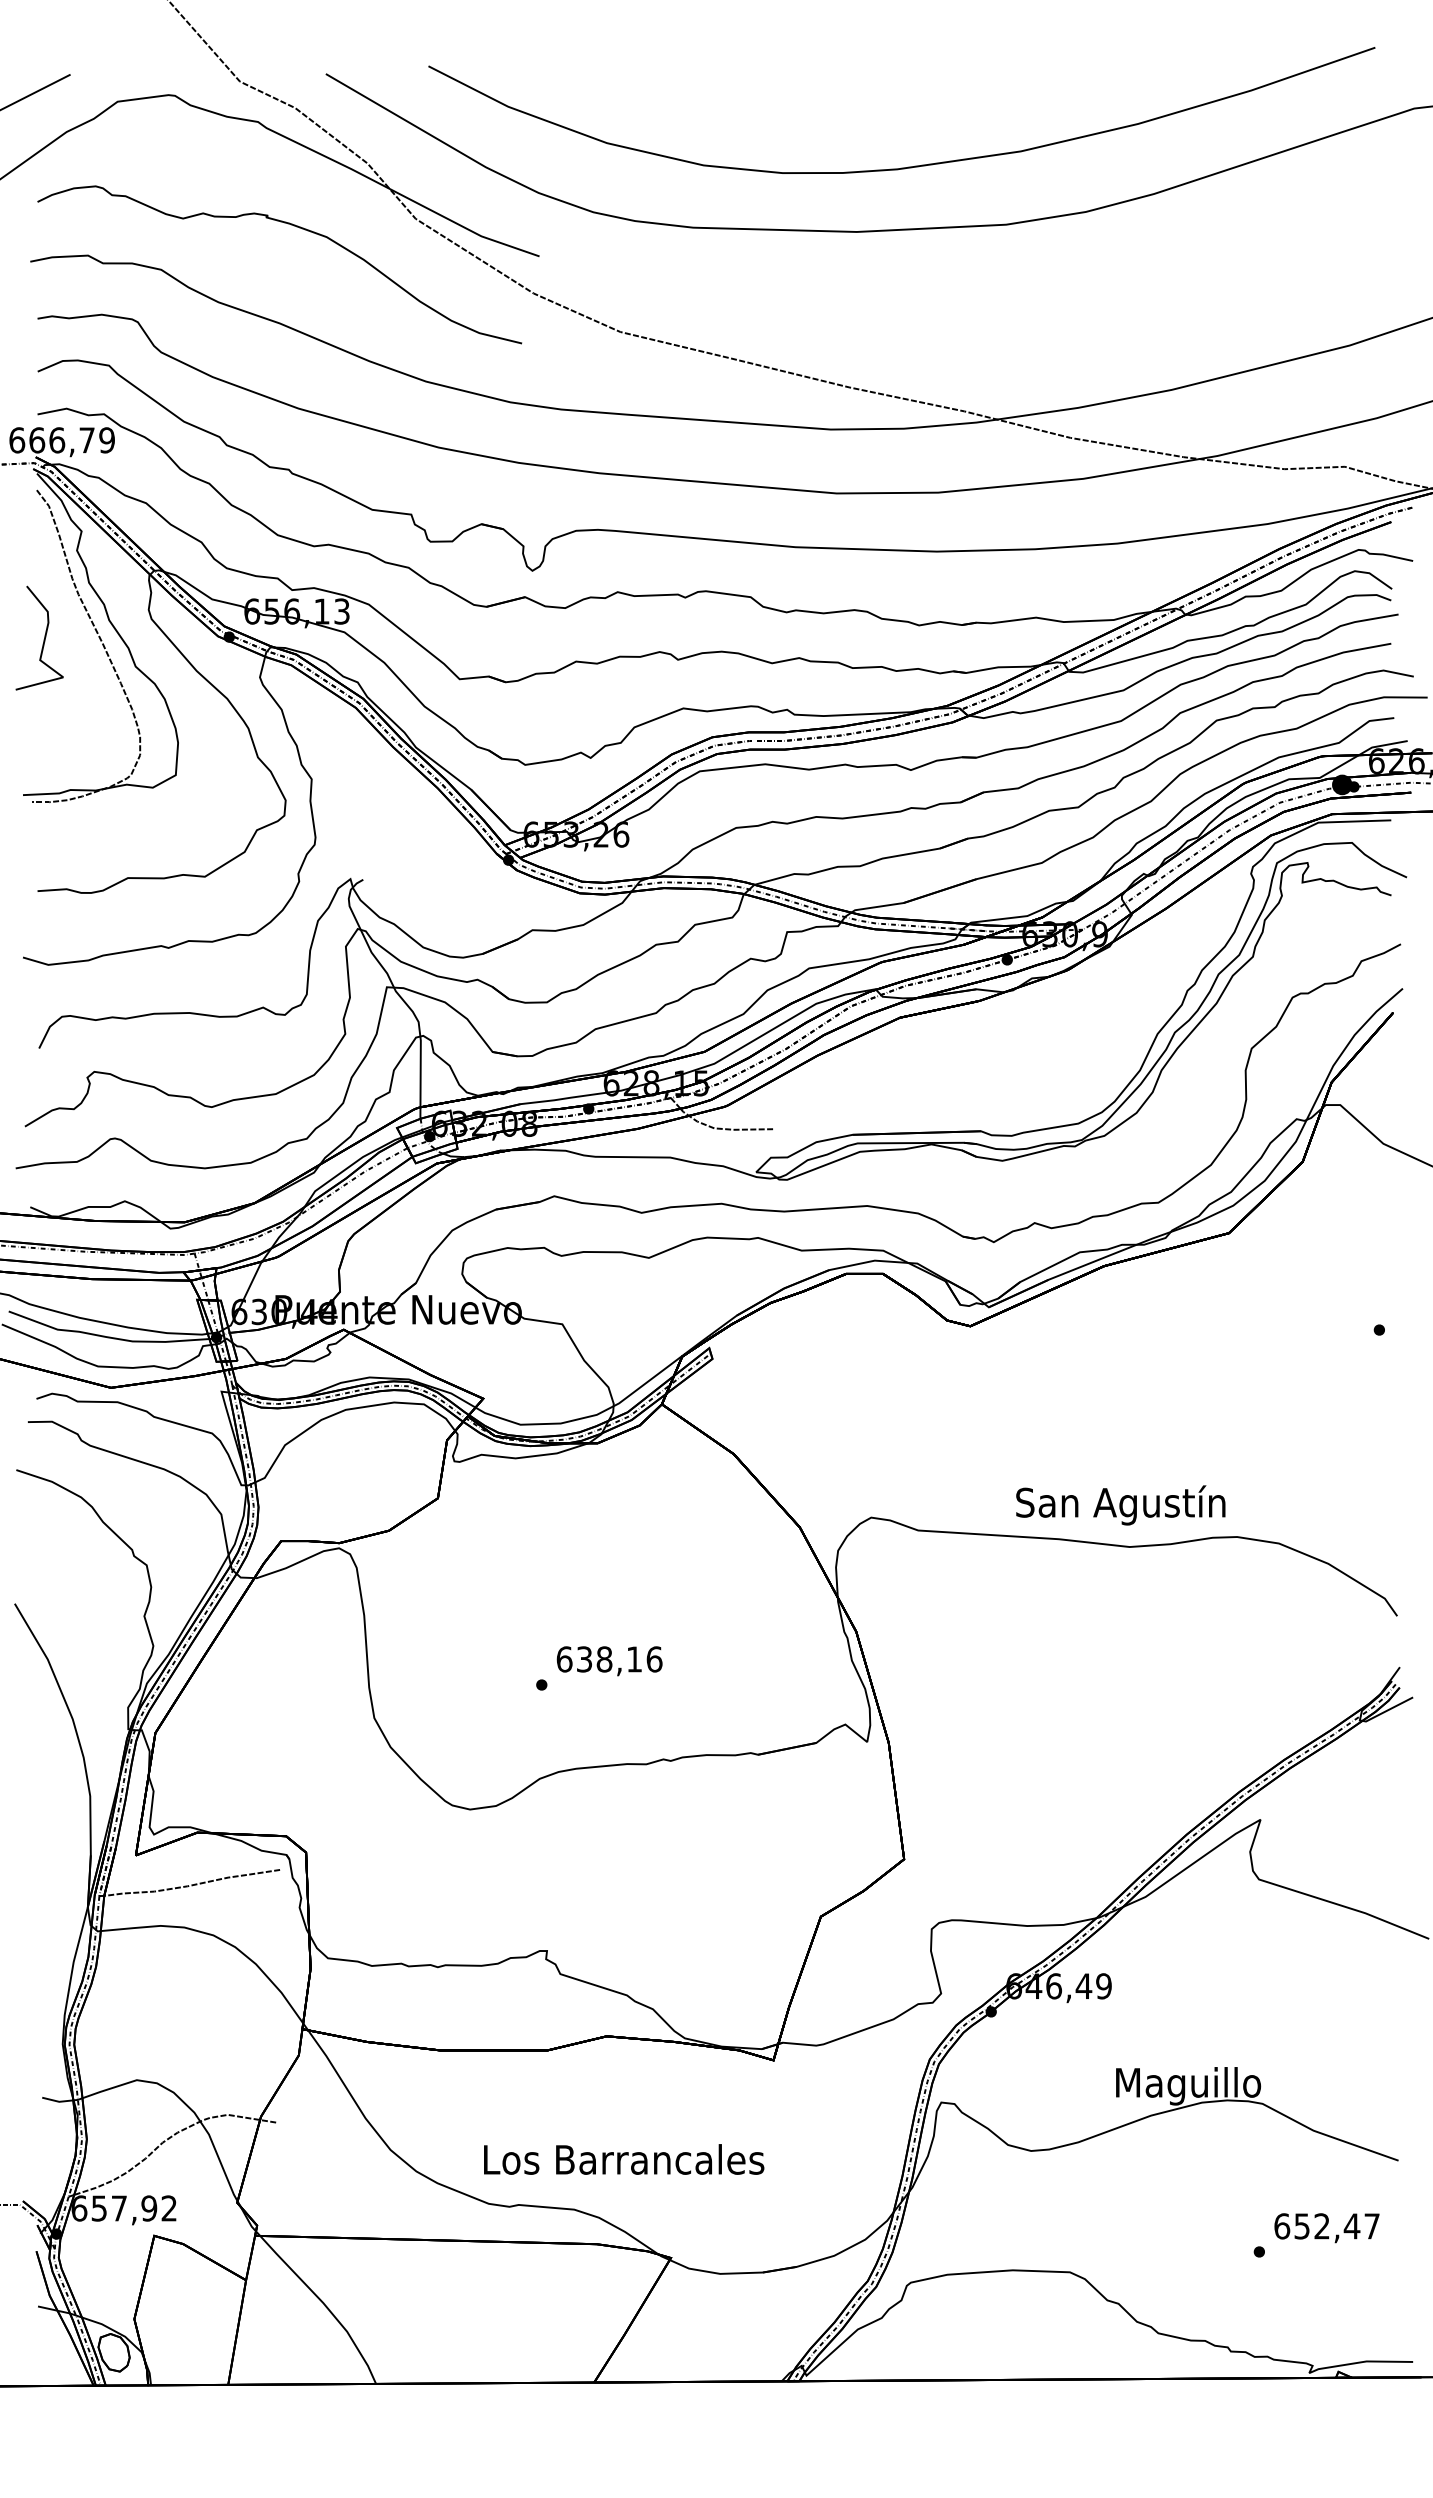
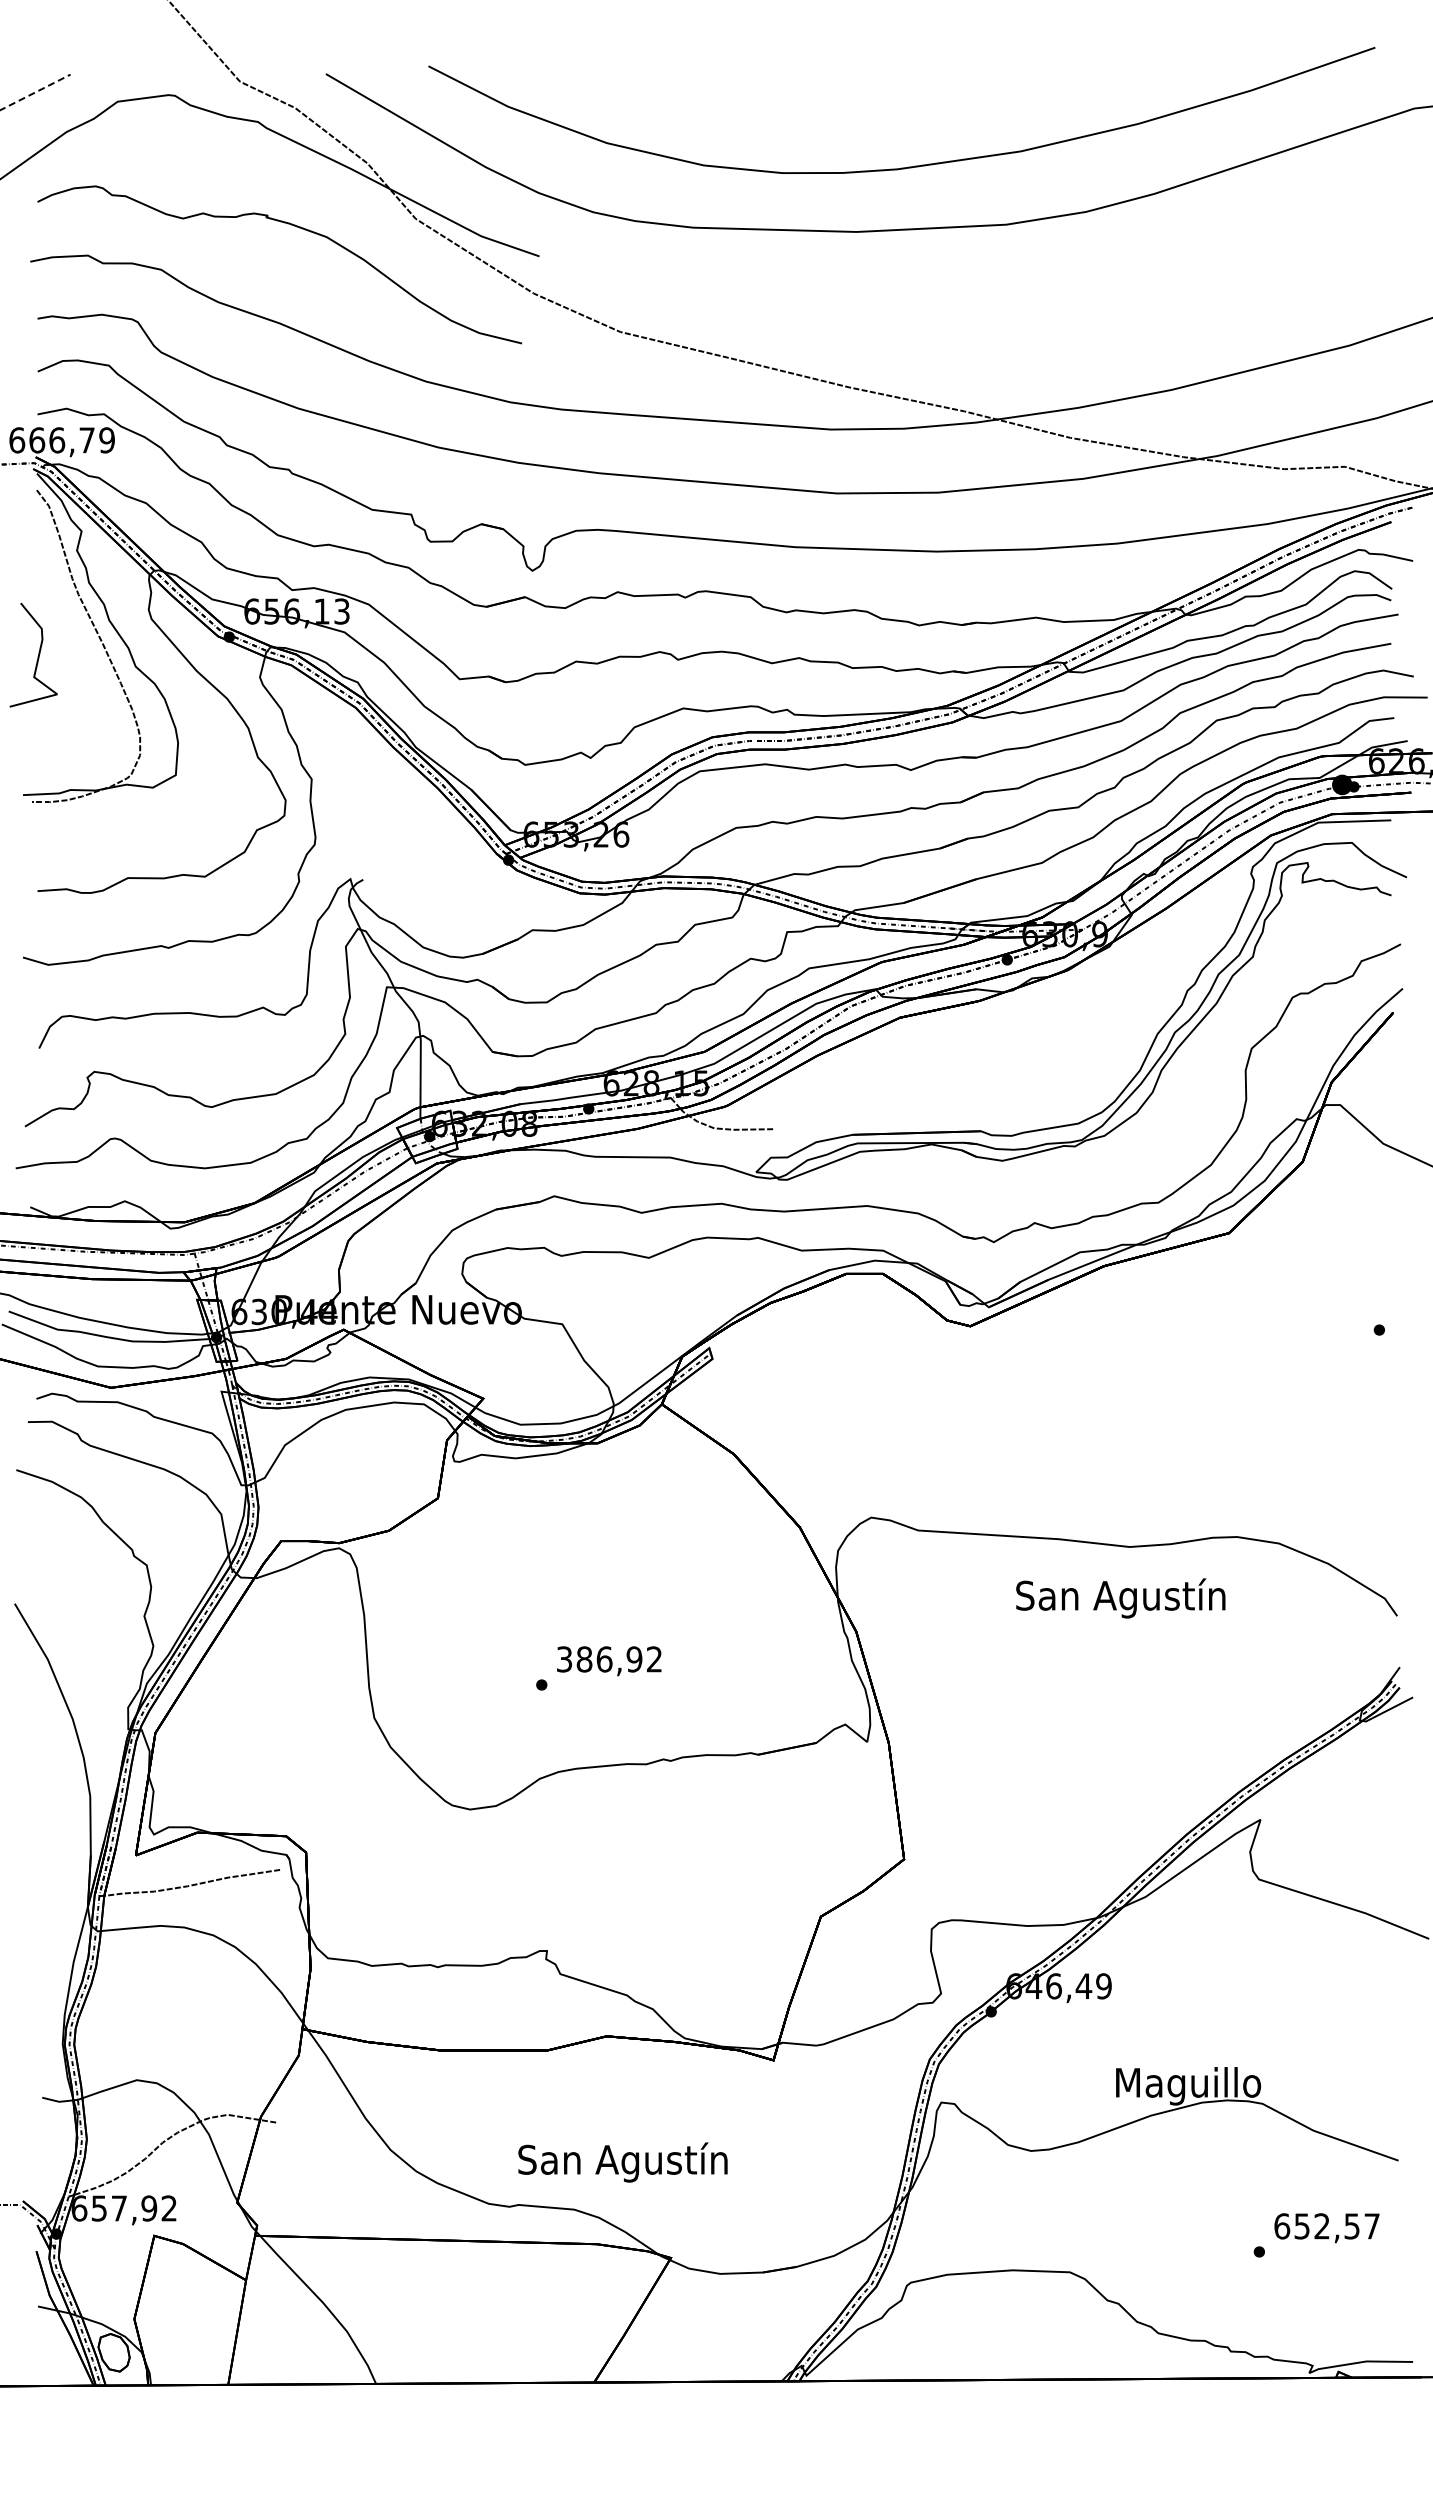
line at (36, 92): solid -> dashed
curve at (43, 639) position: (43, 639) -> (37, 656)
text at (1120, 1505) position: (1120, 1505) -> (1120, 1598)
text at (609, 1659): 638,16 -> 386,92
text at (624, 2162): Los Barrancales -> San Agustín
text at (1351, 2226): 652,47 -> 652,57
